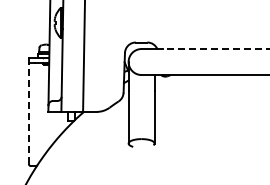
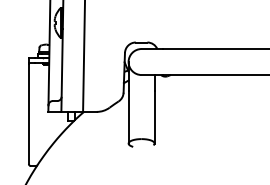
line at (216, 49): dashed -> solid
line at (28, 113): dashed -> solid
